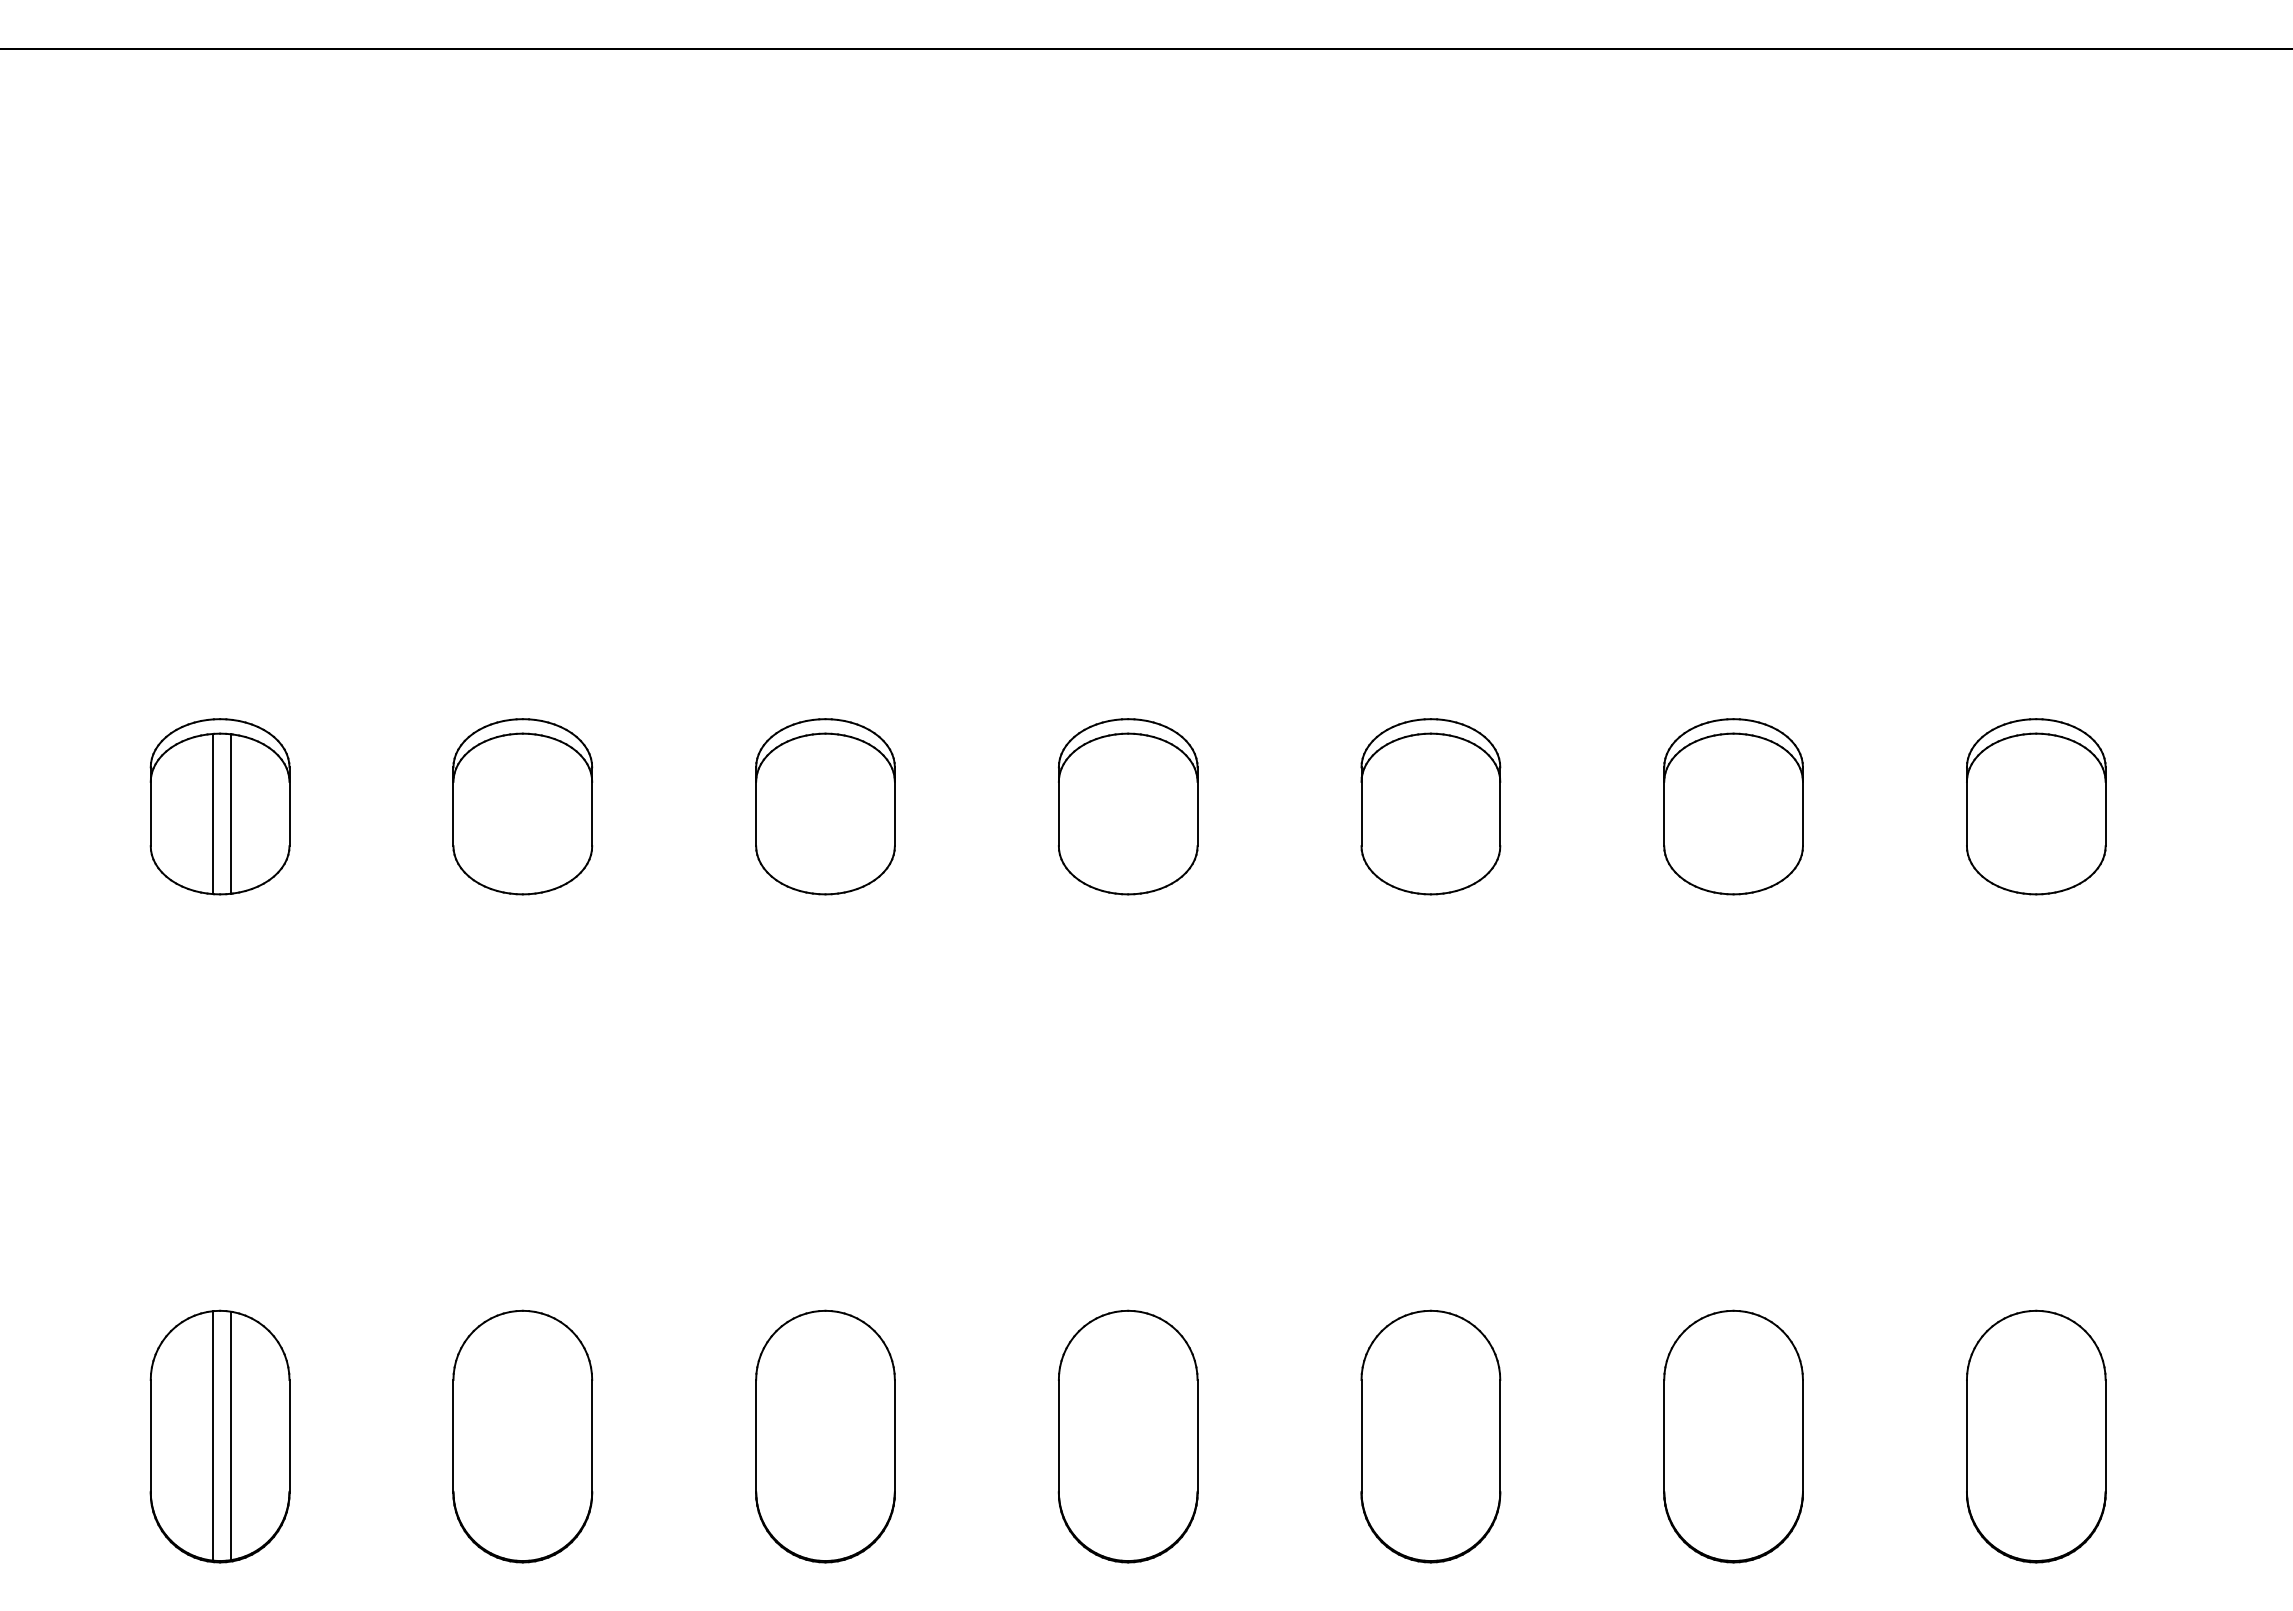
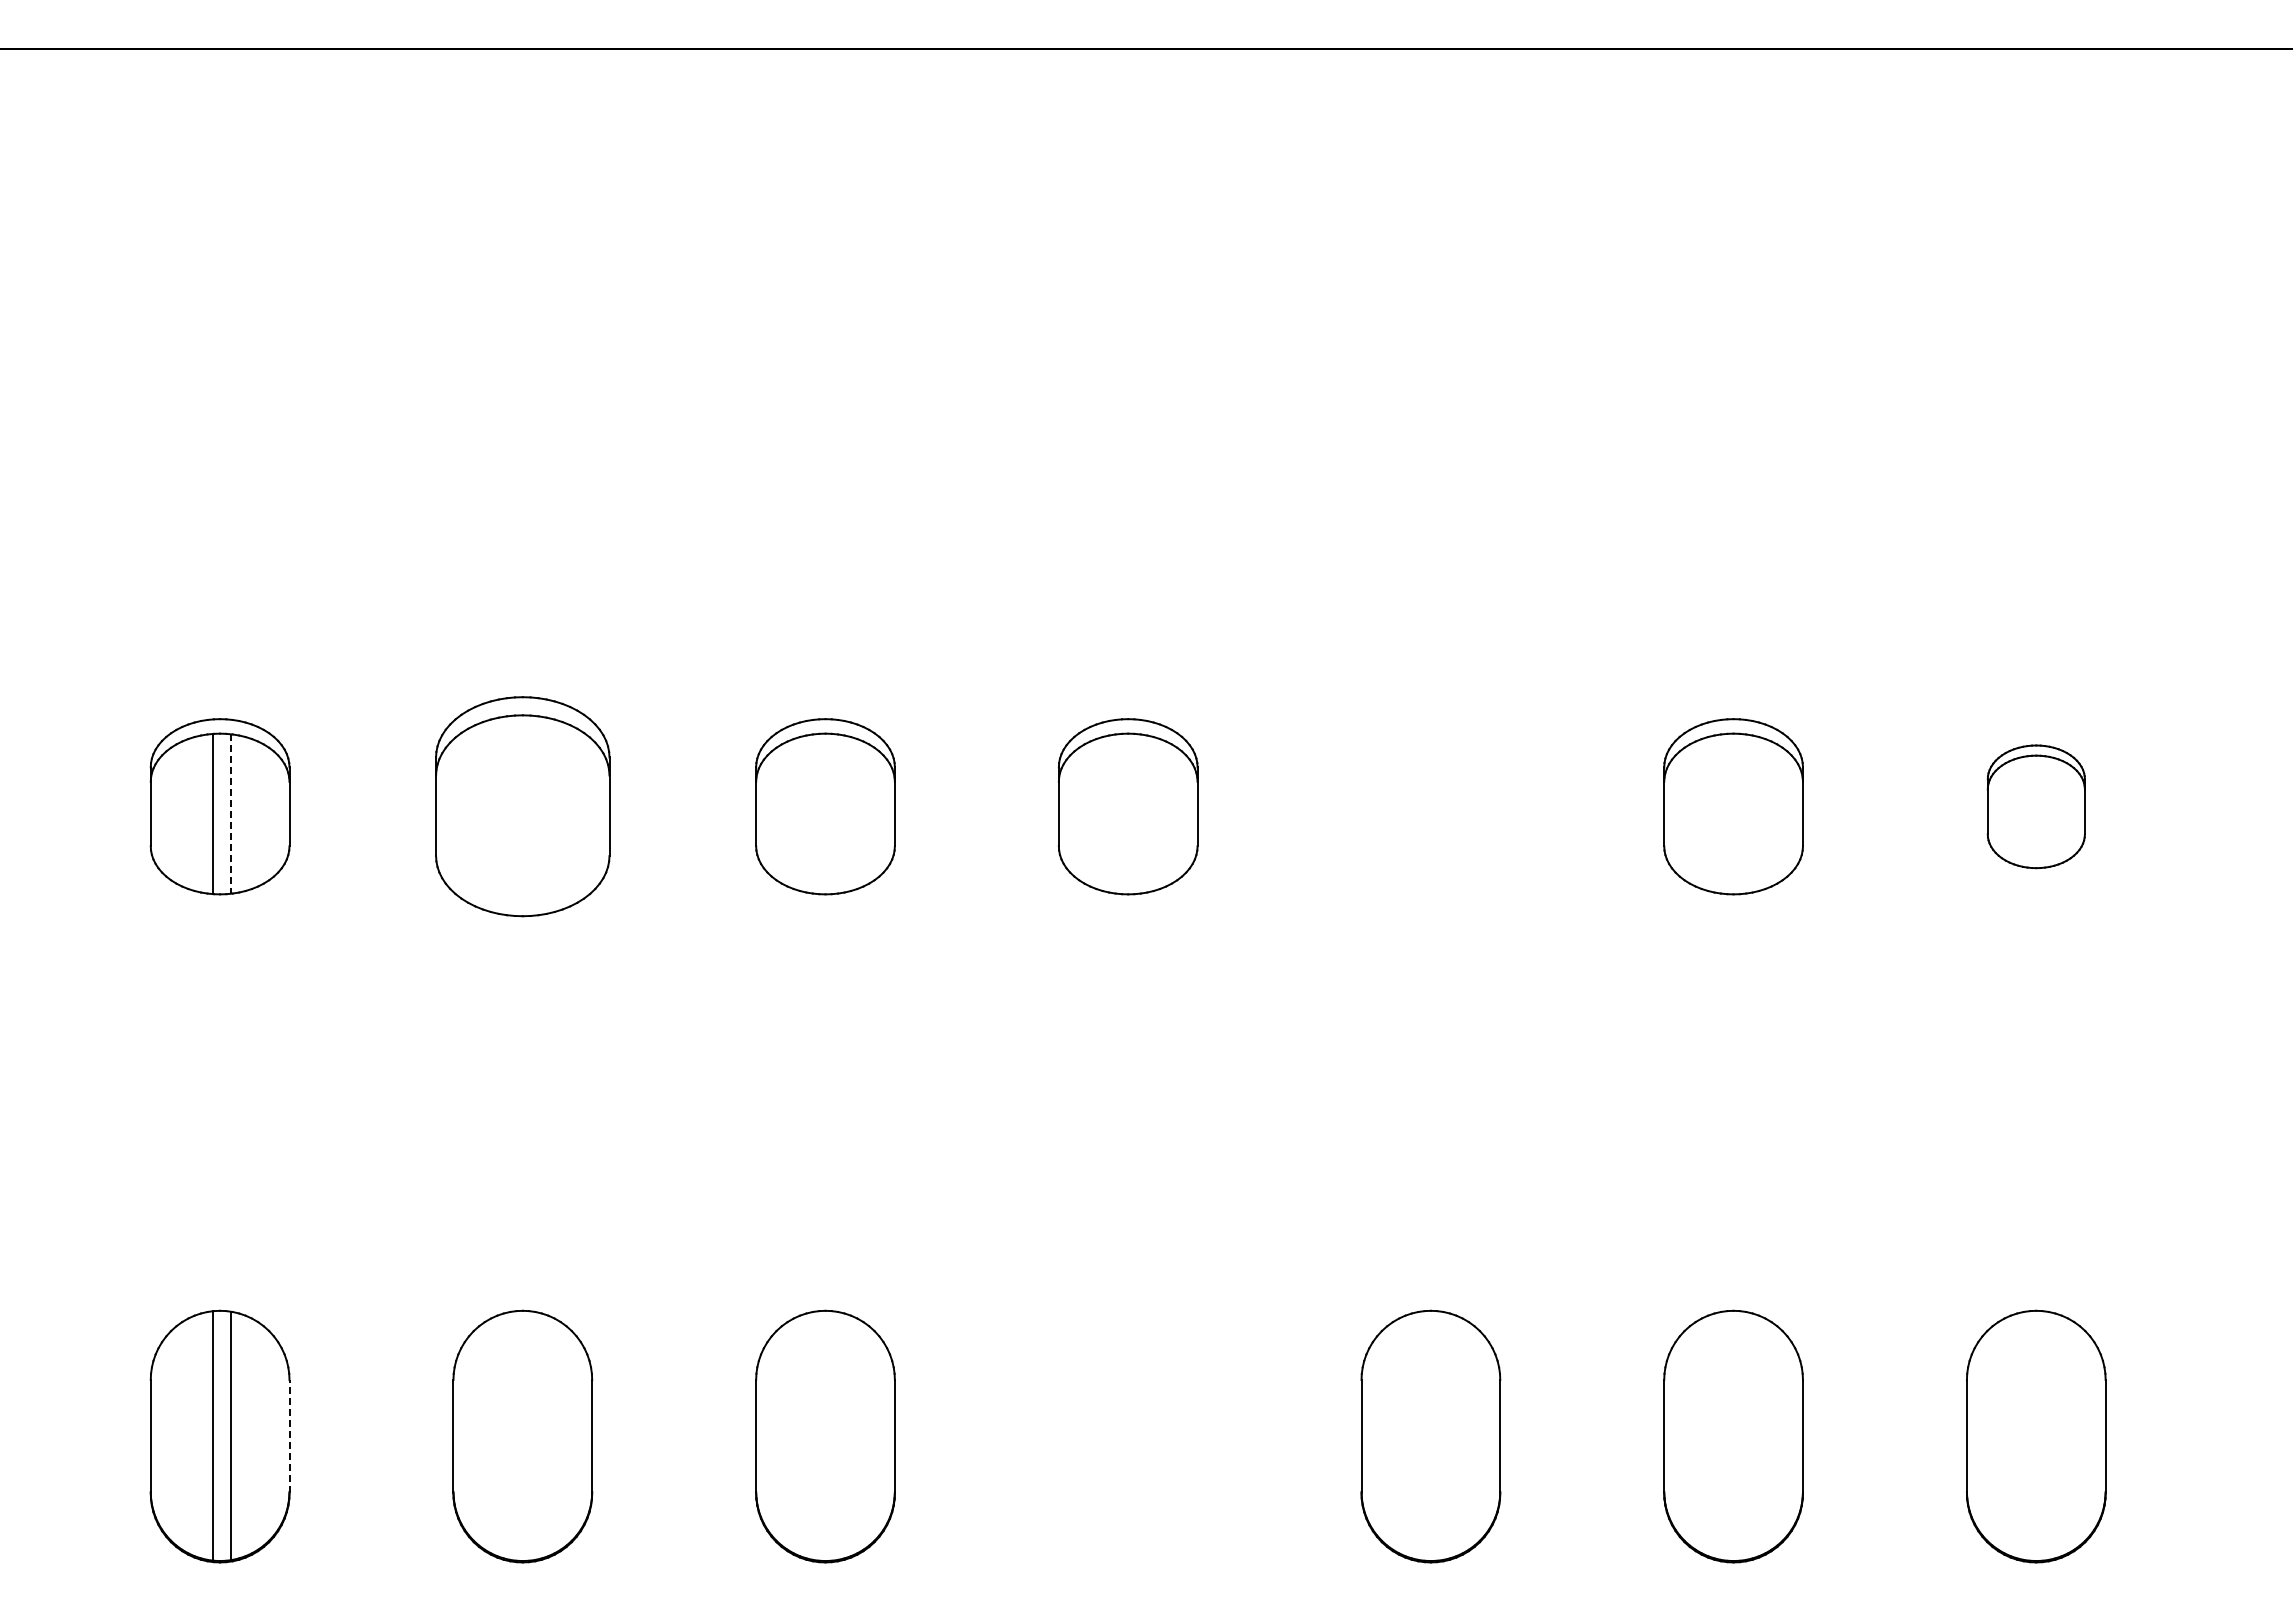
part at (522, 806) size: 142x178 px -> 176x222 px
part at (1430, 806): present -> none
part at (2036, 806) size: 141x178 px -> 100x126 px
line at (231, 814): solid -> dashed
line at (289, 1436): solid -> dashed
part at (1127, 1436): present -> none
